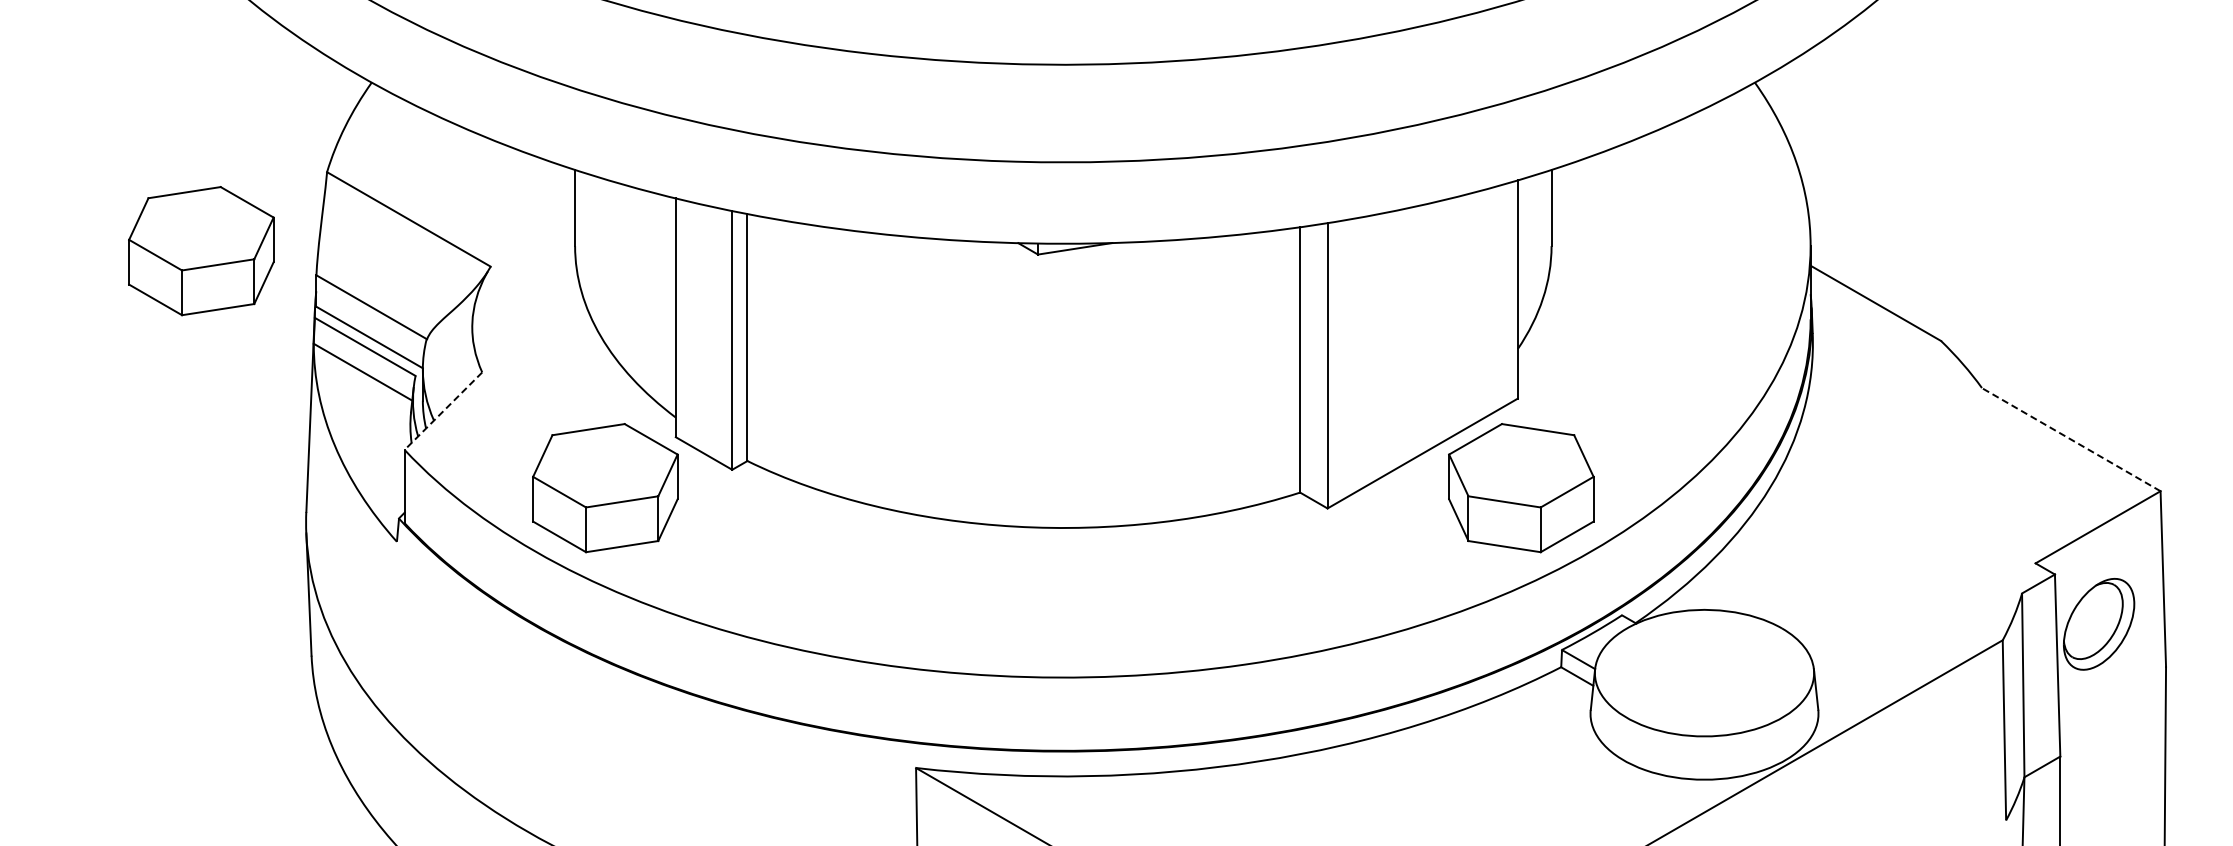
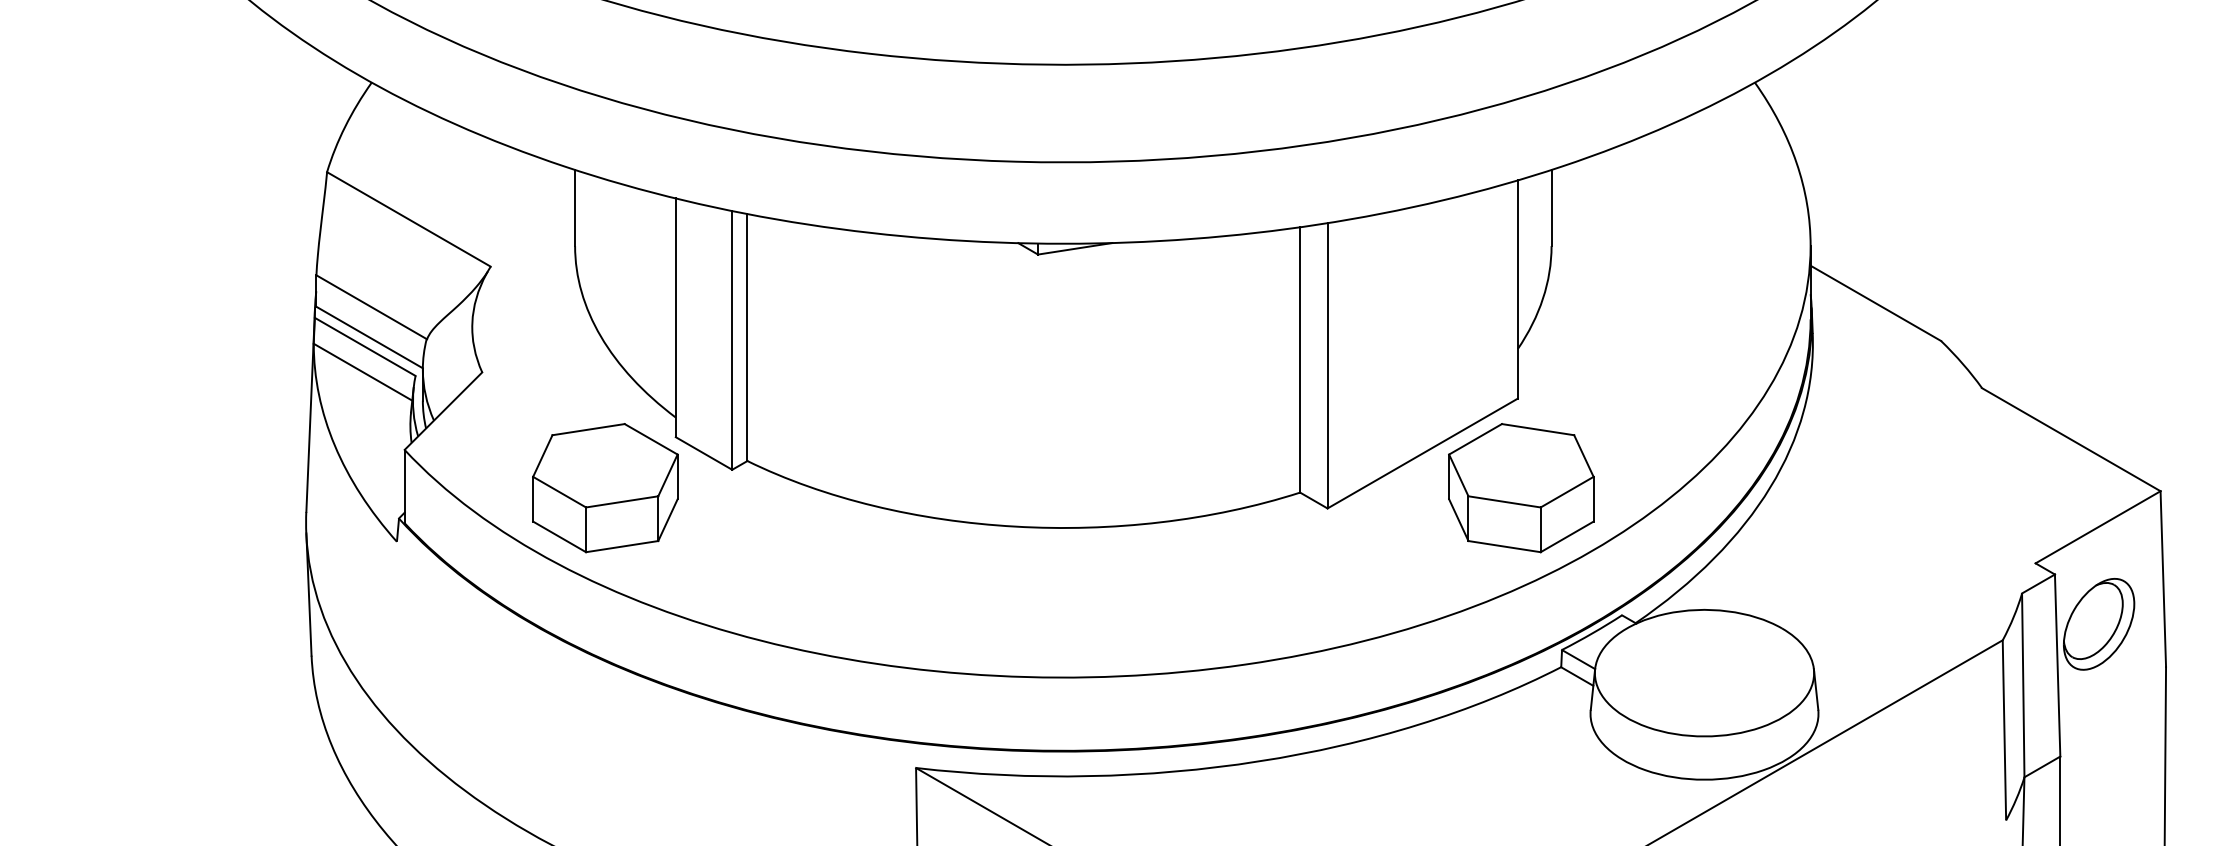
part at (201, 251): present -> none
line at (443, 411): dashed -> solid
line at (2070, 439): dashed -> solid
